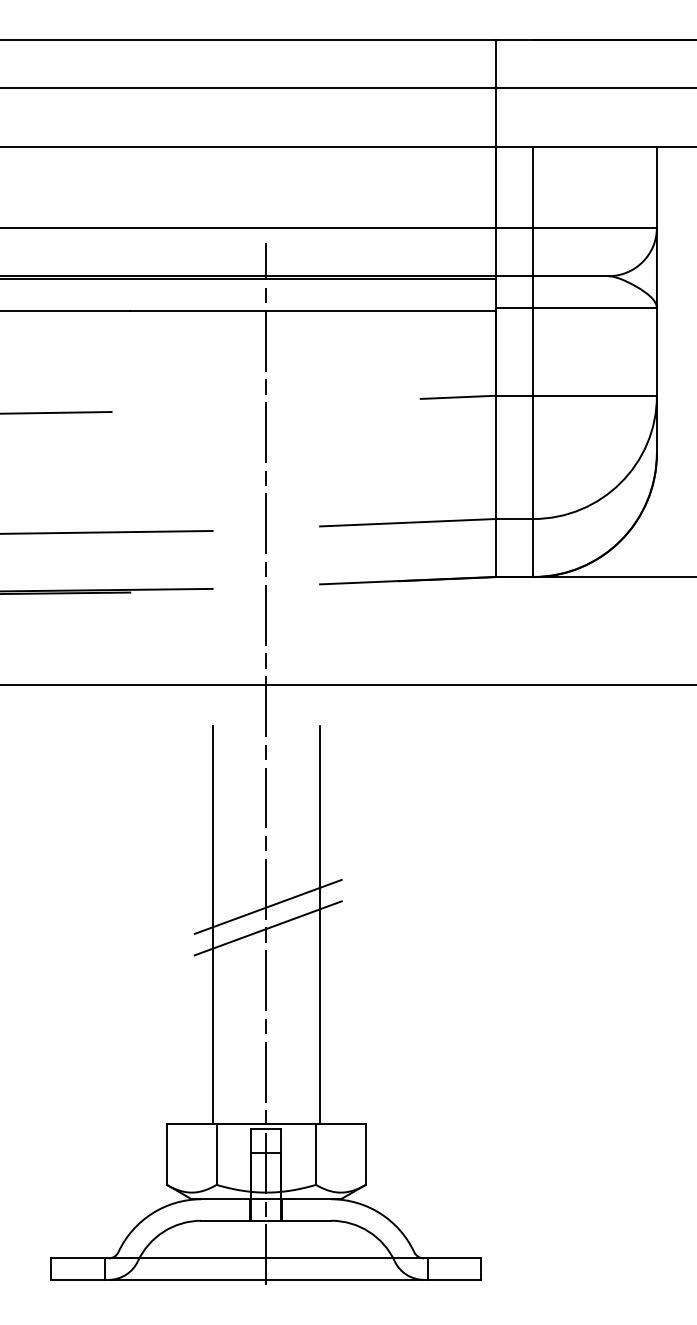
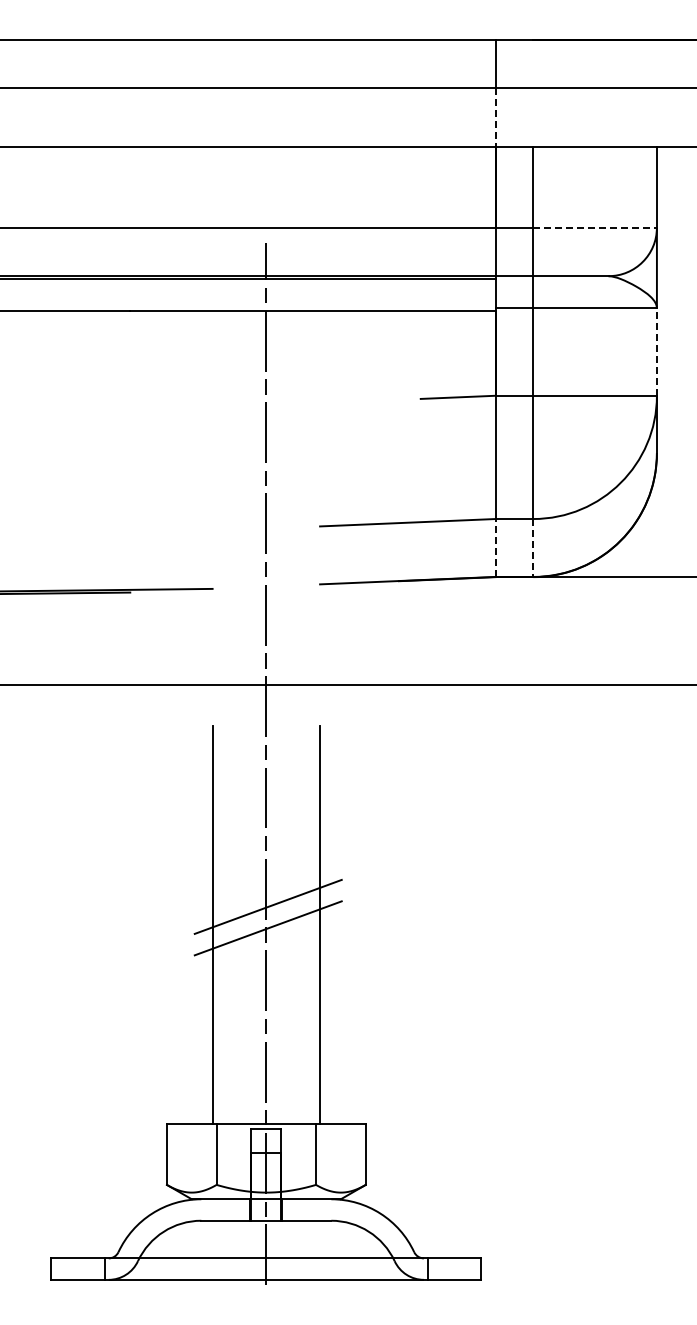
line at (495, 117): solid -> dashed
line at (595, 227): solid -> dashed
line at (656, 352): solid -> dashed
line at (56, 412): present -> none
line at (107, 531): present -> none
line at (495, 547): solid -> dashed
line at (533, 547): solid -> dashed
